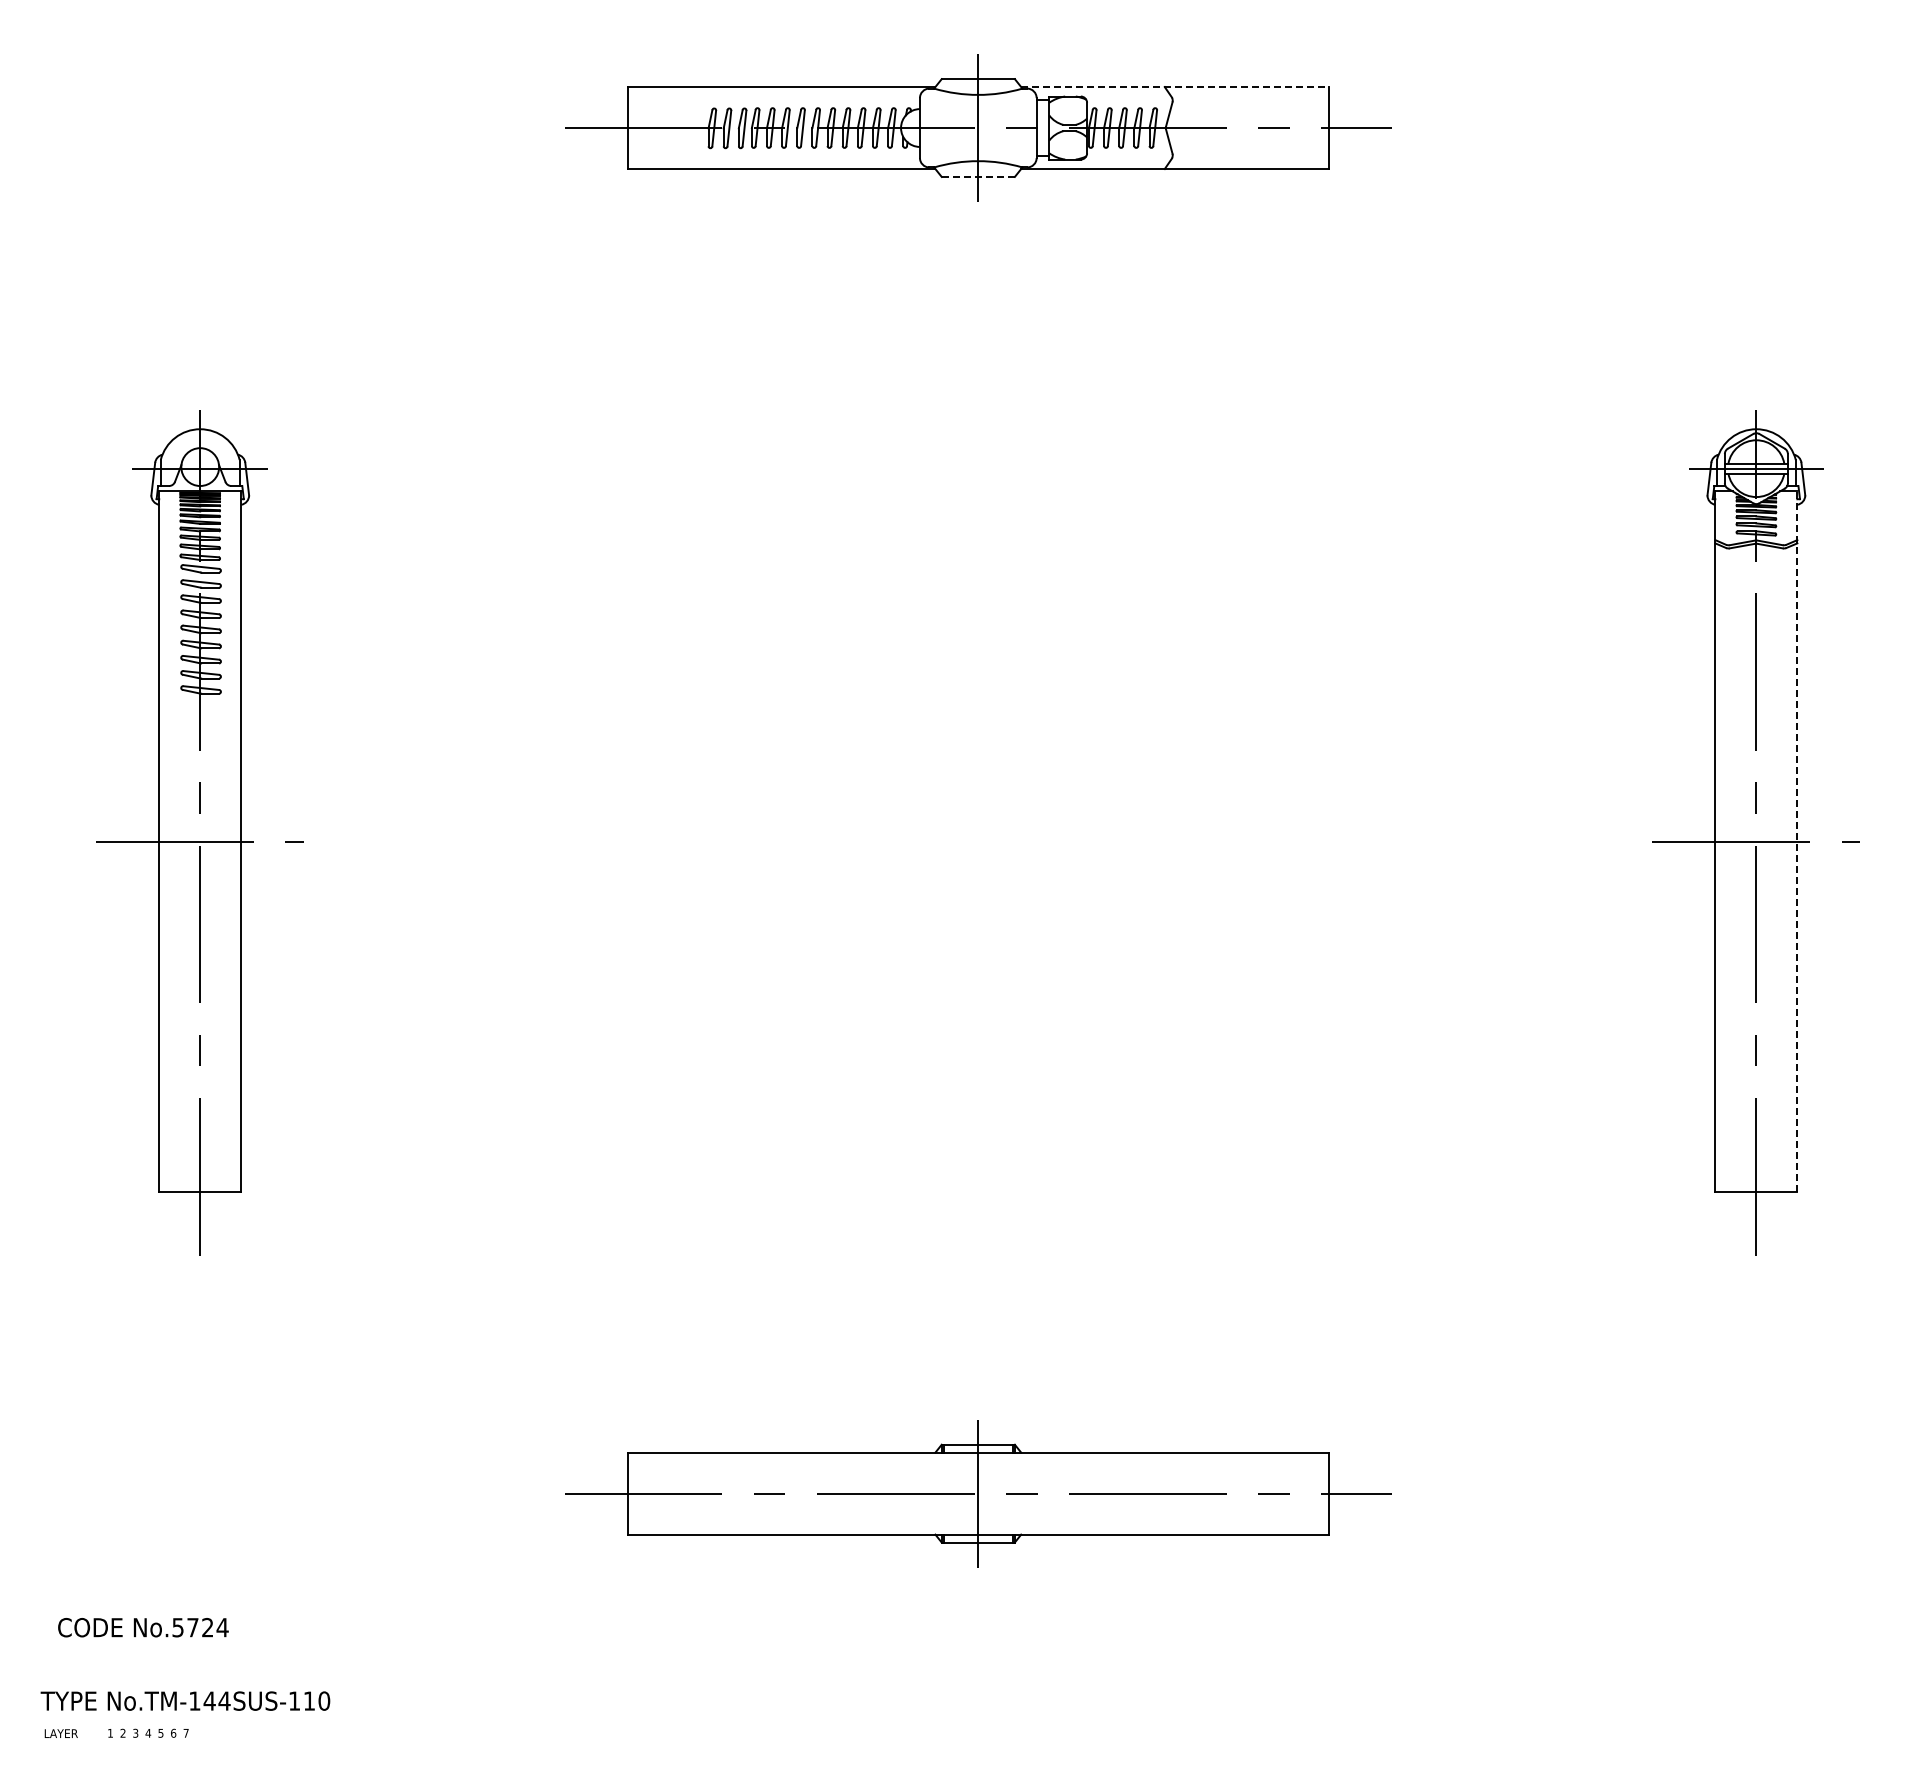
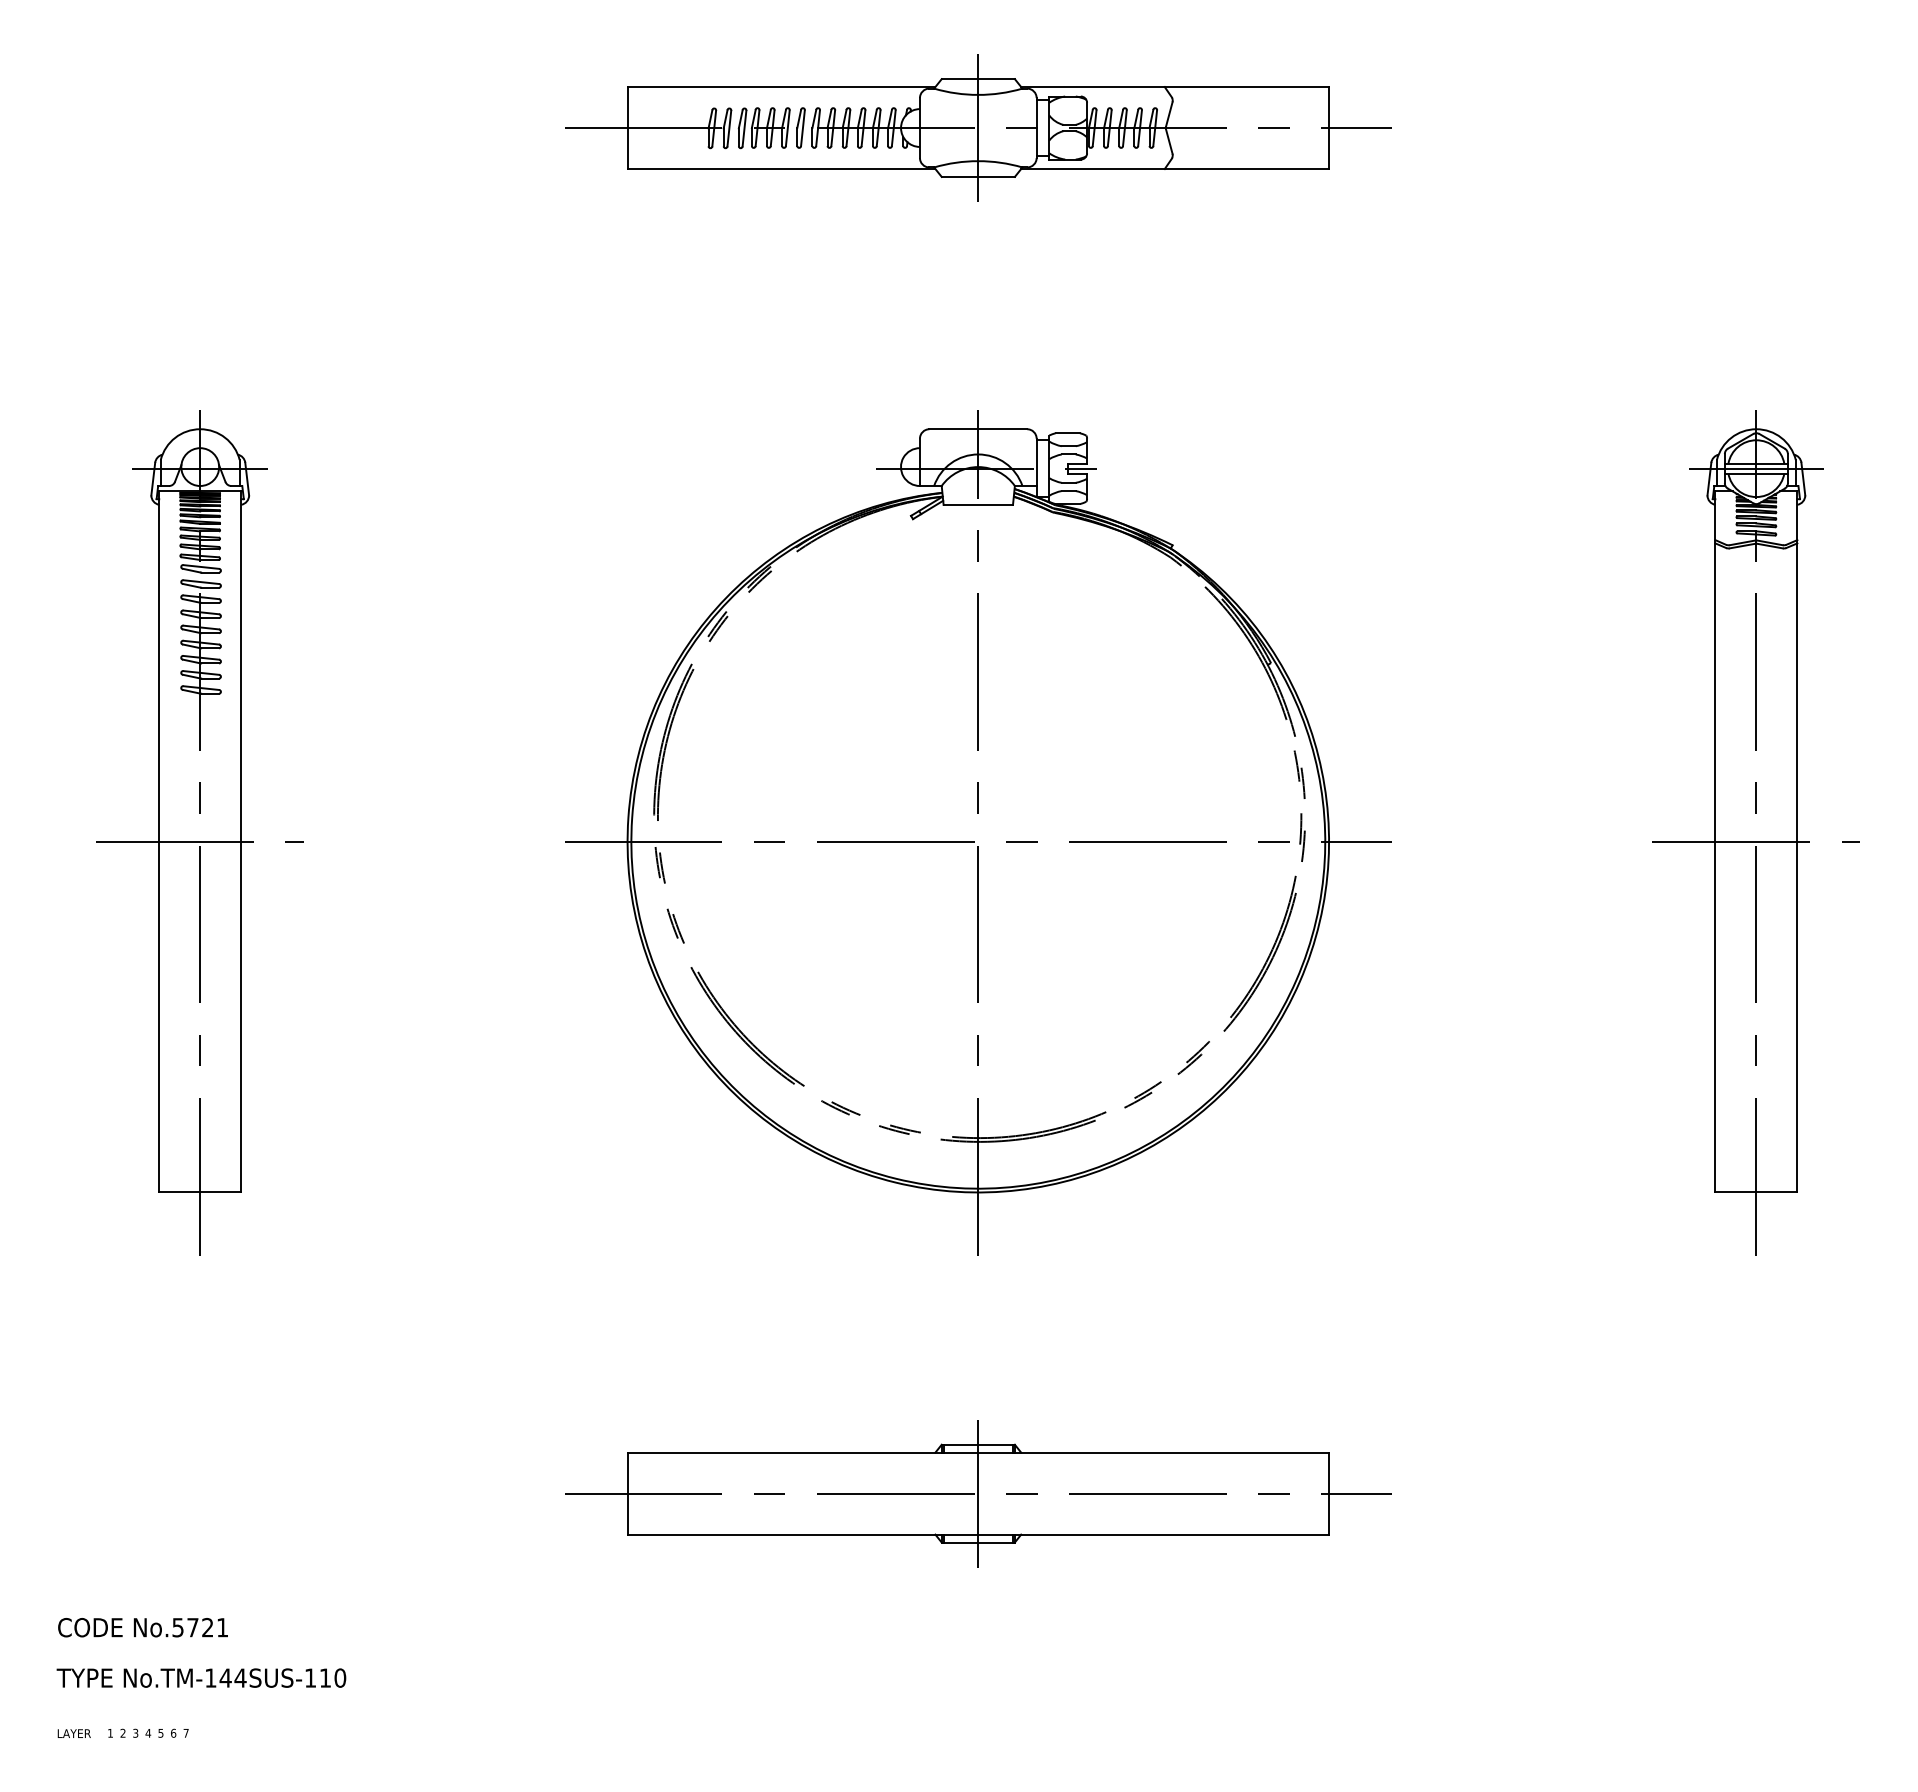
line at (1175, 87): dashed -> solid
line at (978, 176): dashed -> solid
part at (978, 832): none -> present
line at (1797, 841): dashed -> solid
text at (222, 1627): No.5724 -> No.5721
text at (185, 1700) position: (185, 1700) -> (201, 1677)
text at (60, 1733) position: (60, 1733) -> (73, 1733)
